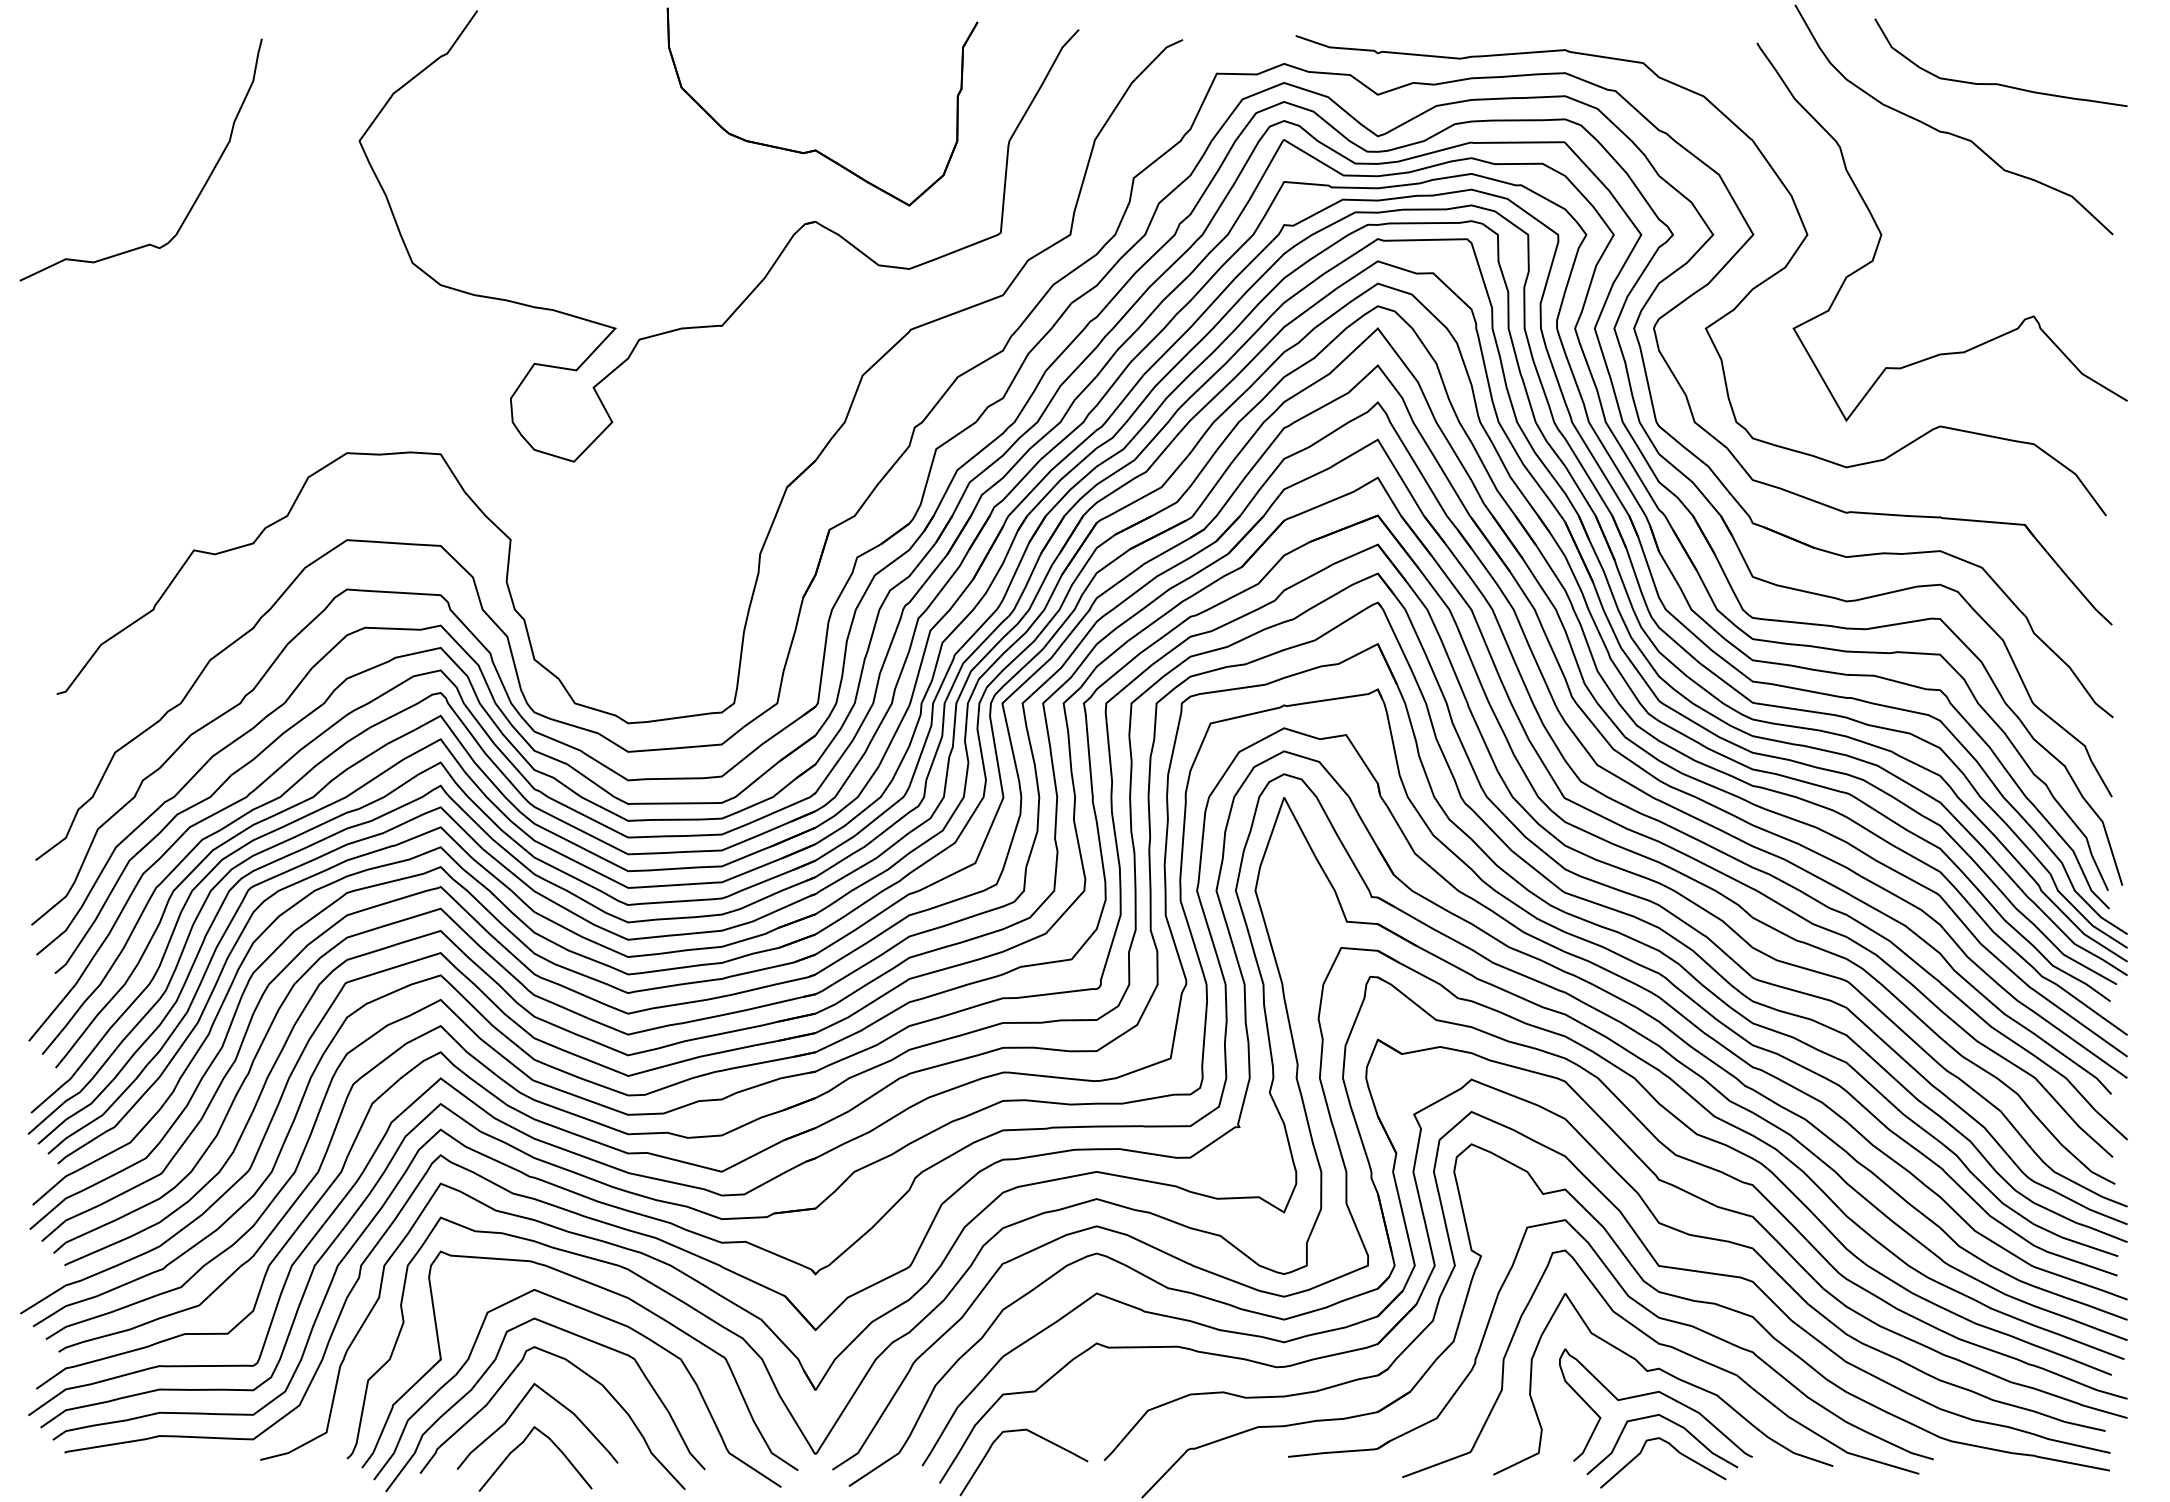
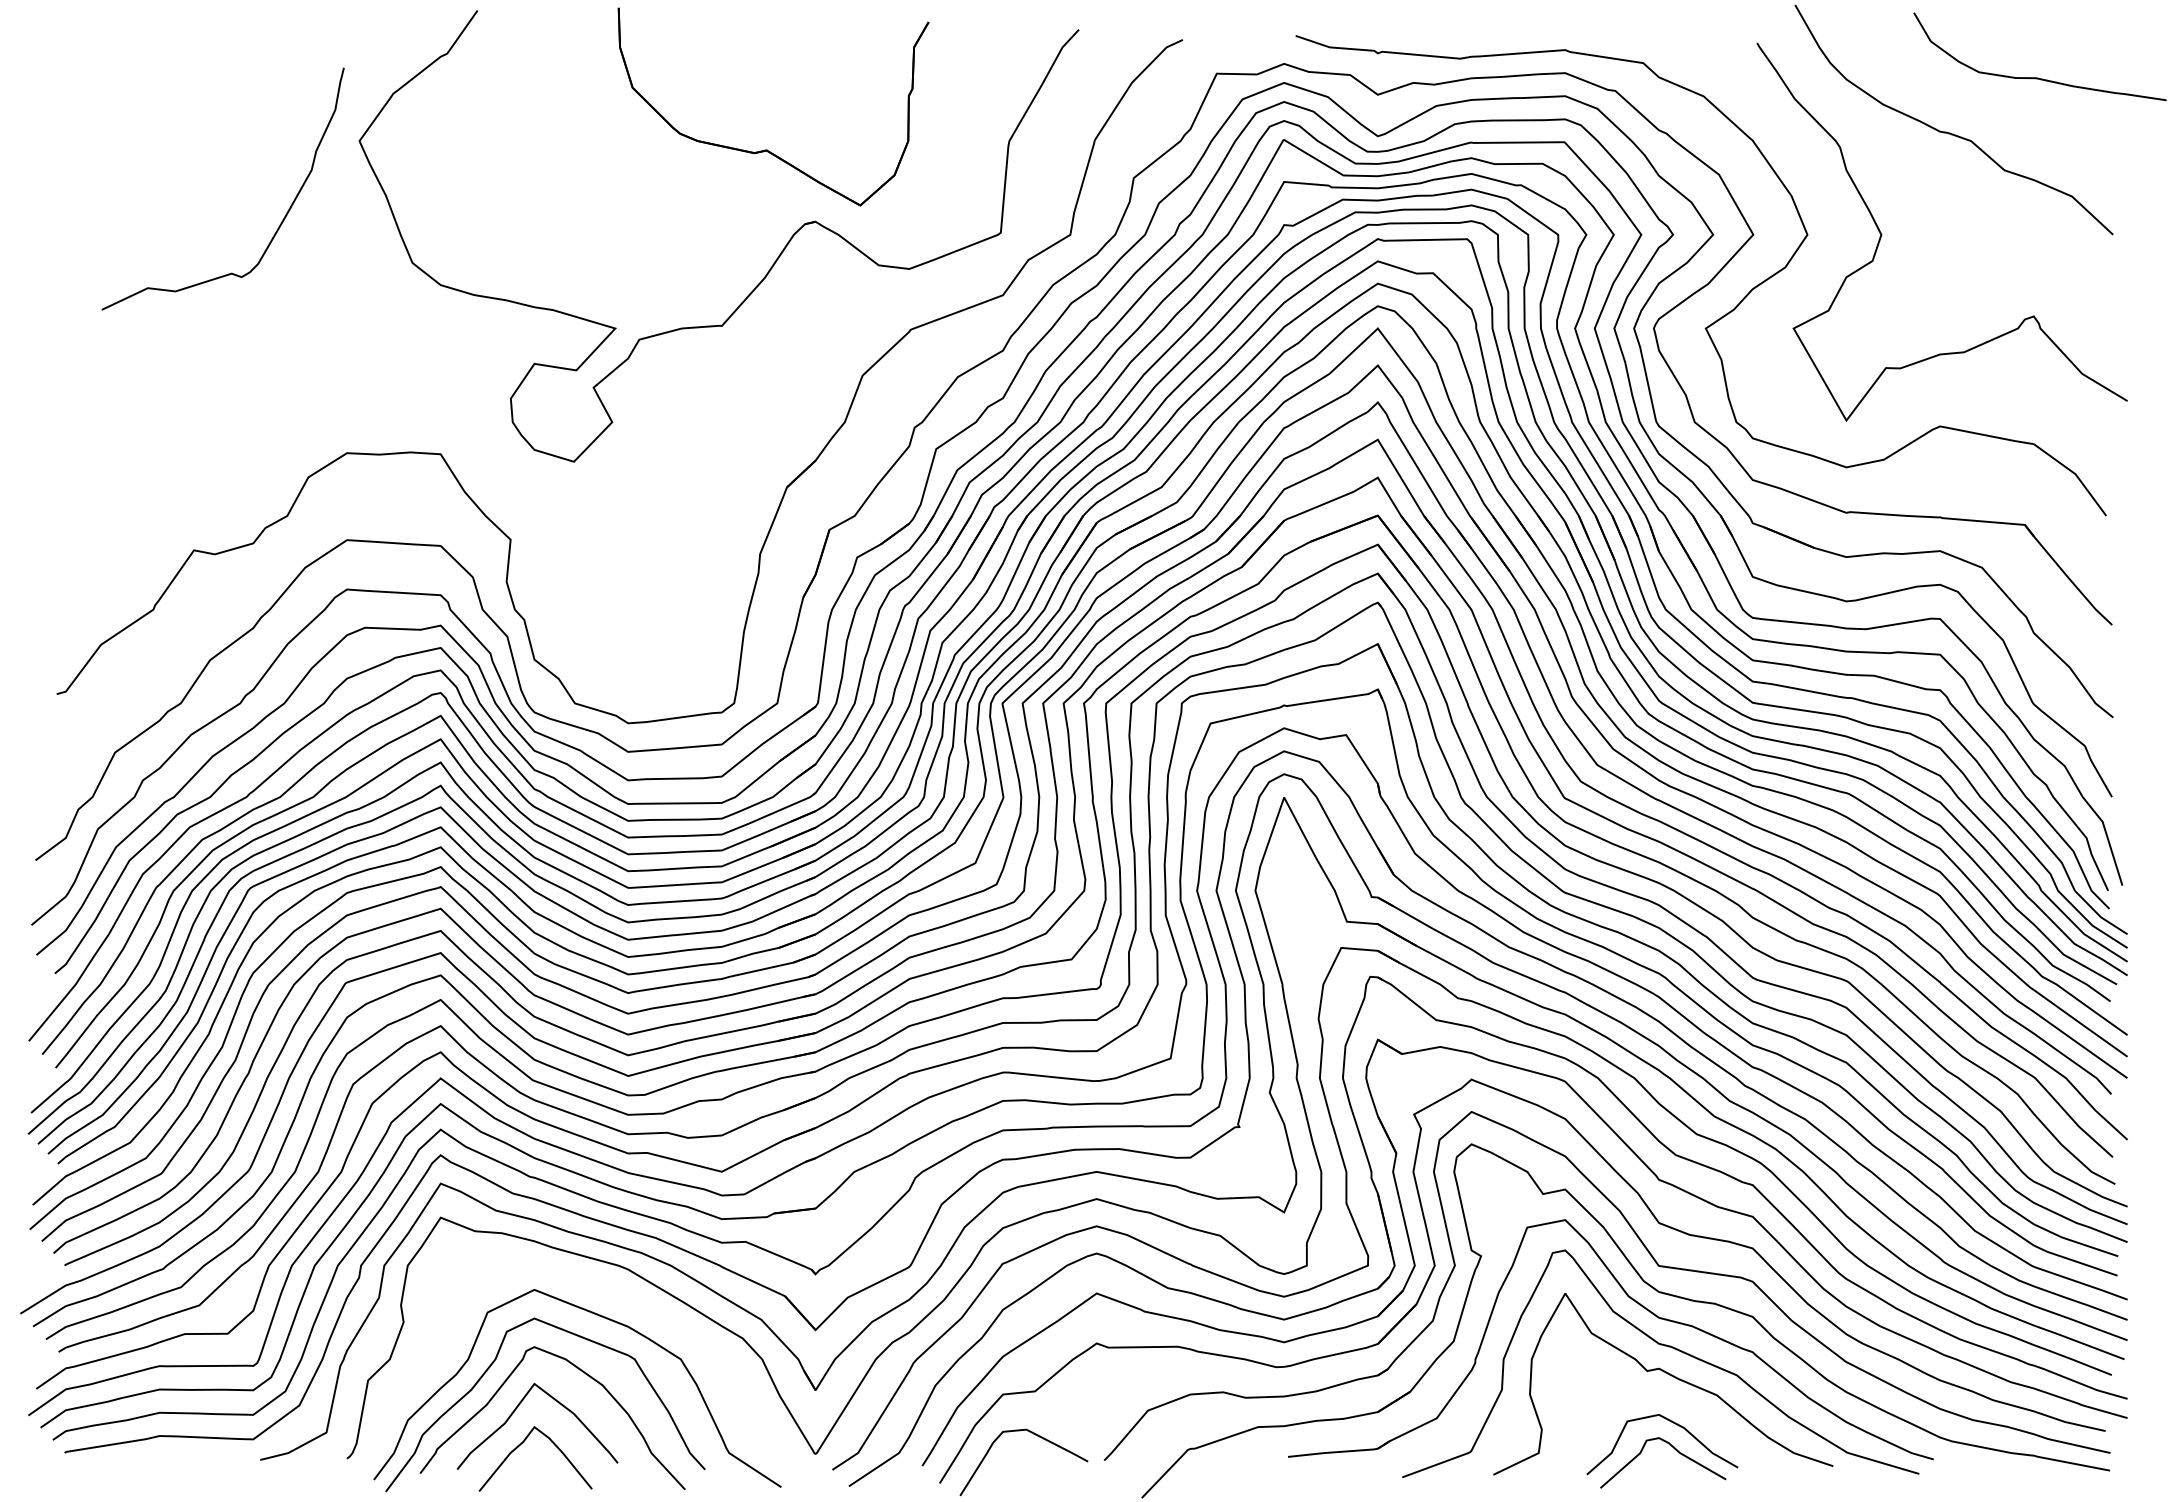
curve at (1999, 83) position: (1999, 83) -> (2038, 77)
part at (816, 149) position: (816, 149) -> (767, 149)
curve at (200, 190) position: (200, 190) -> (282, 219)
curve at (605, 1290): present -> none
curve at (1651, 1394): present -> none
